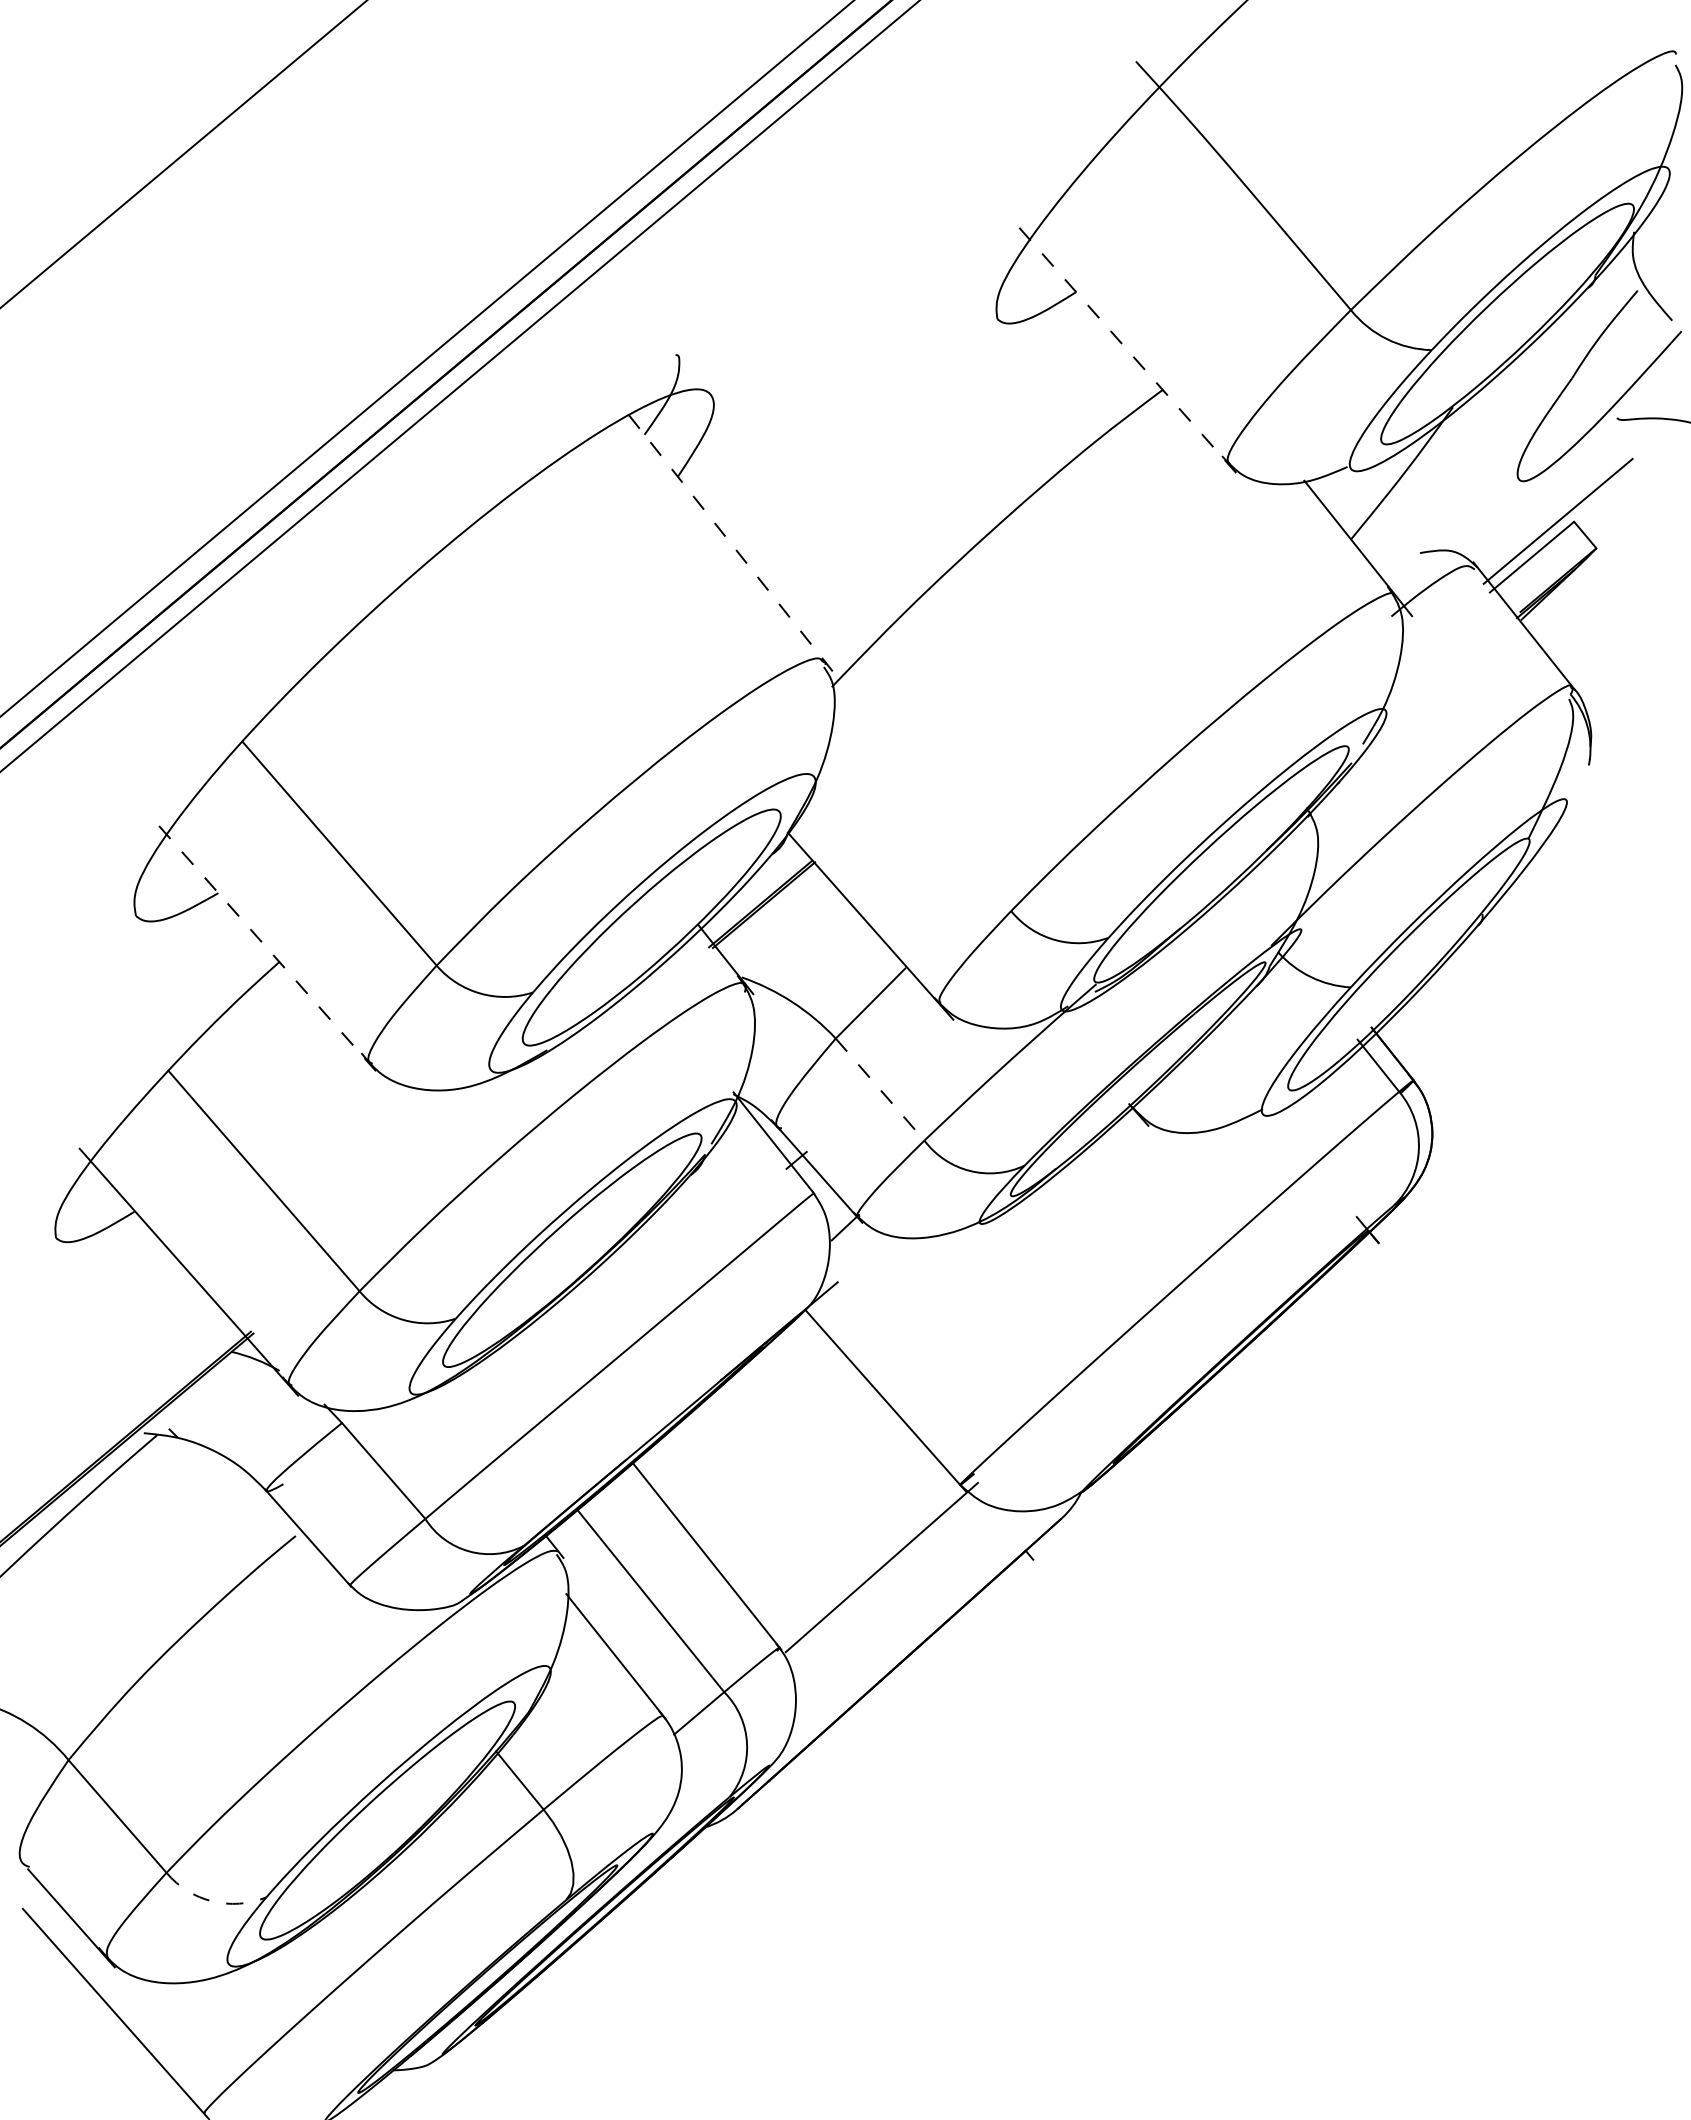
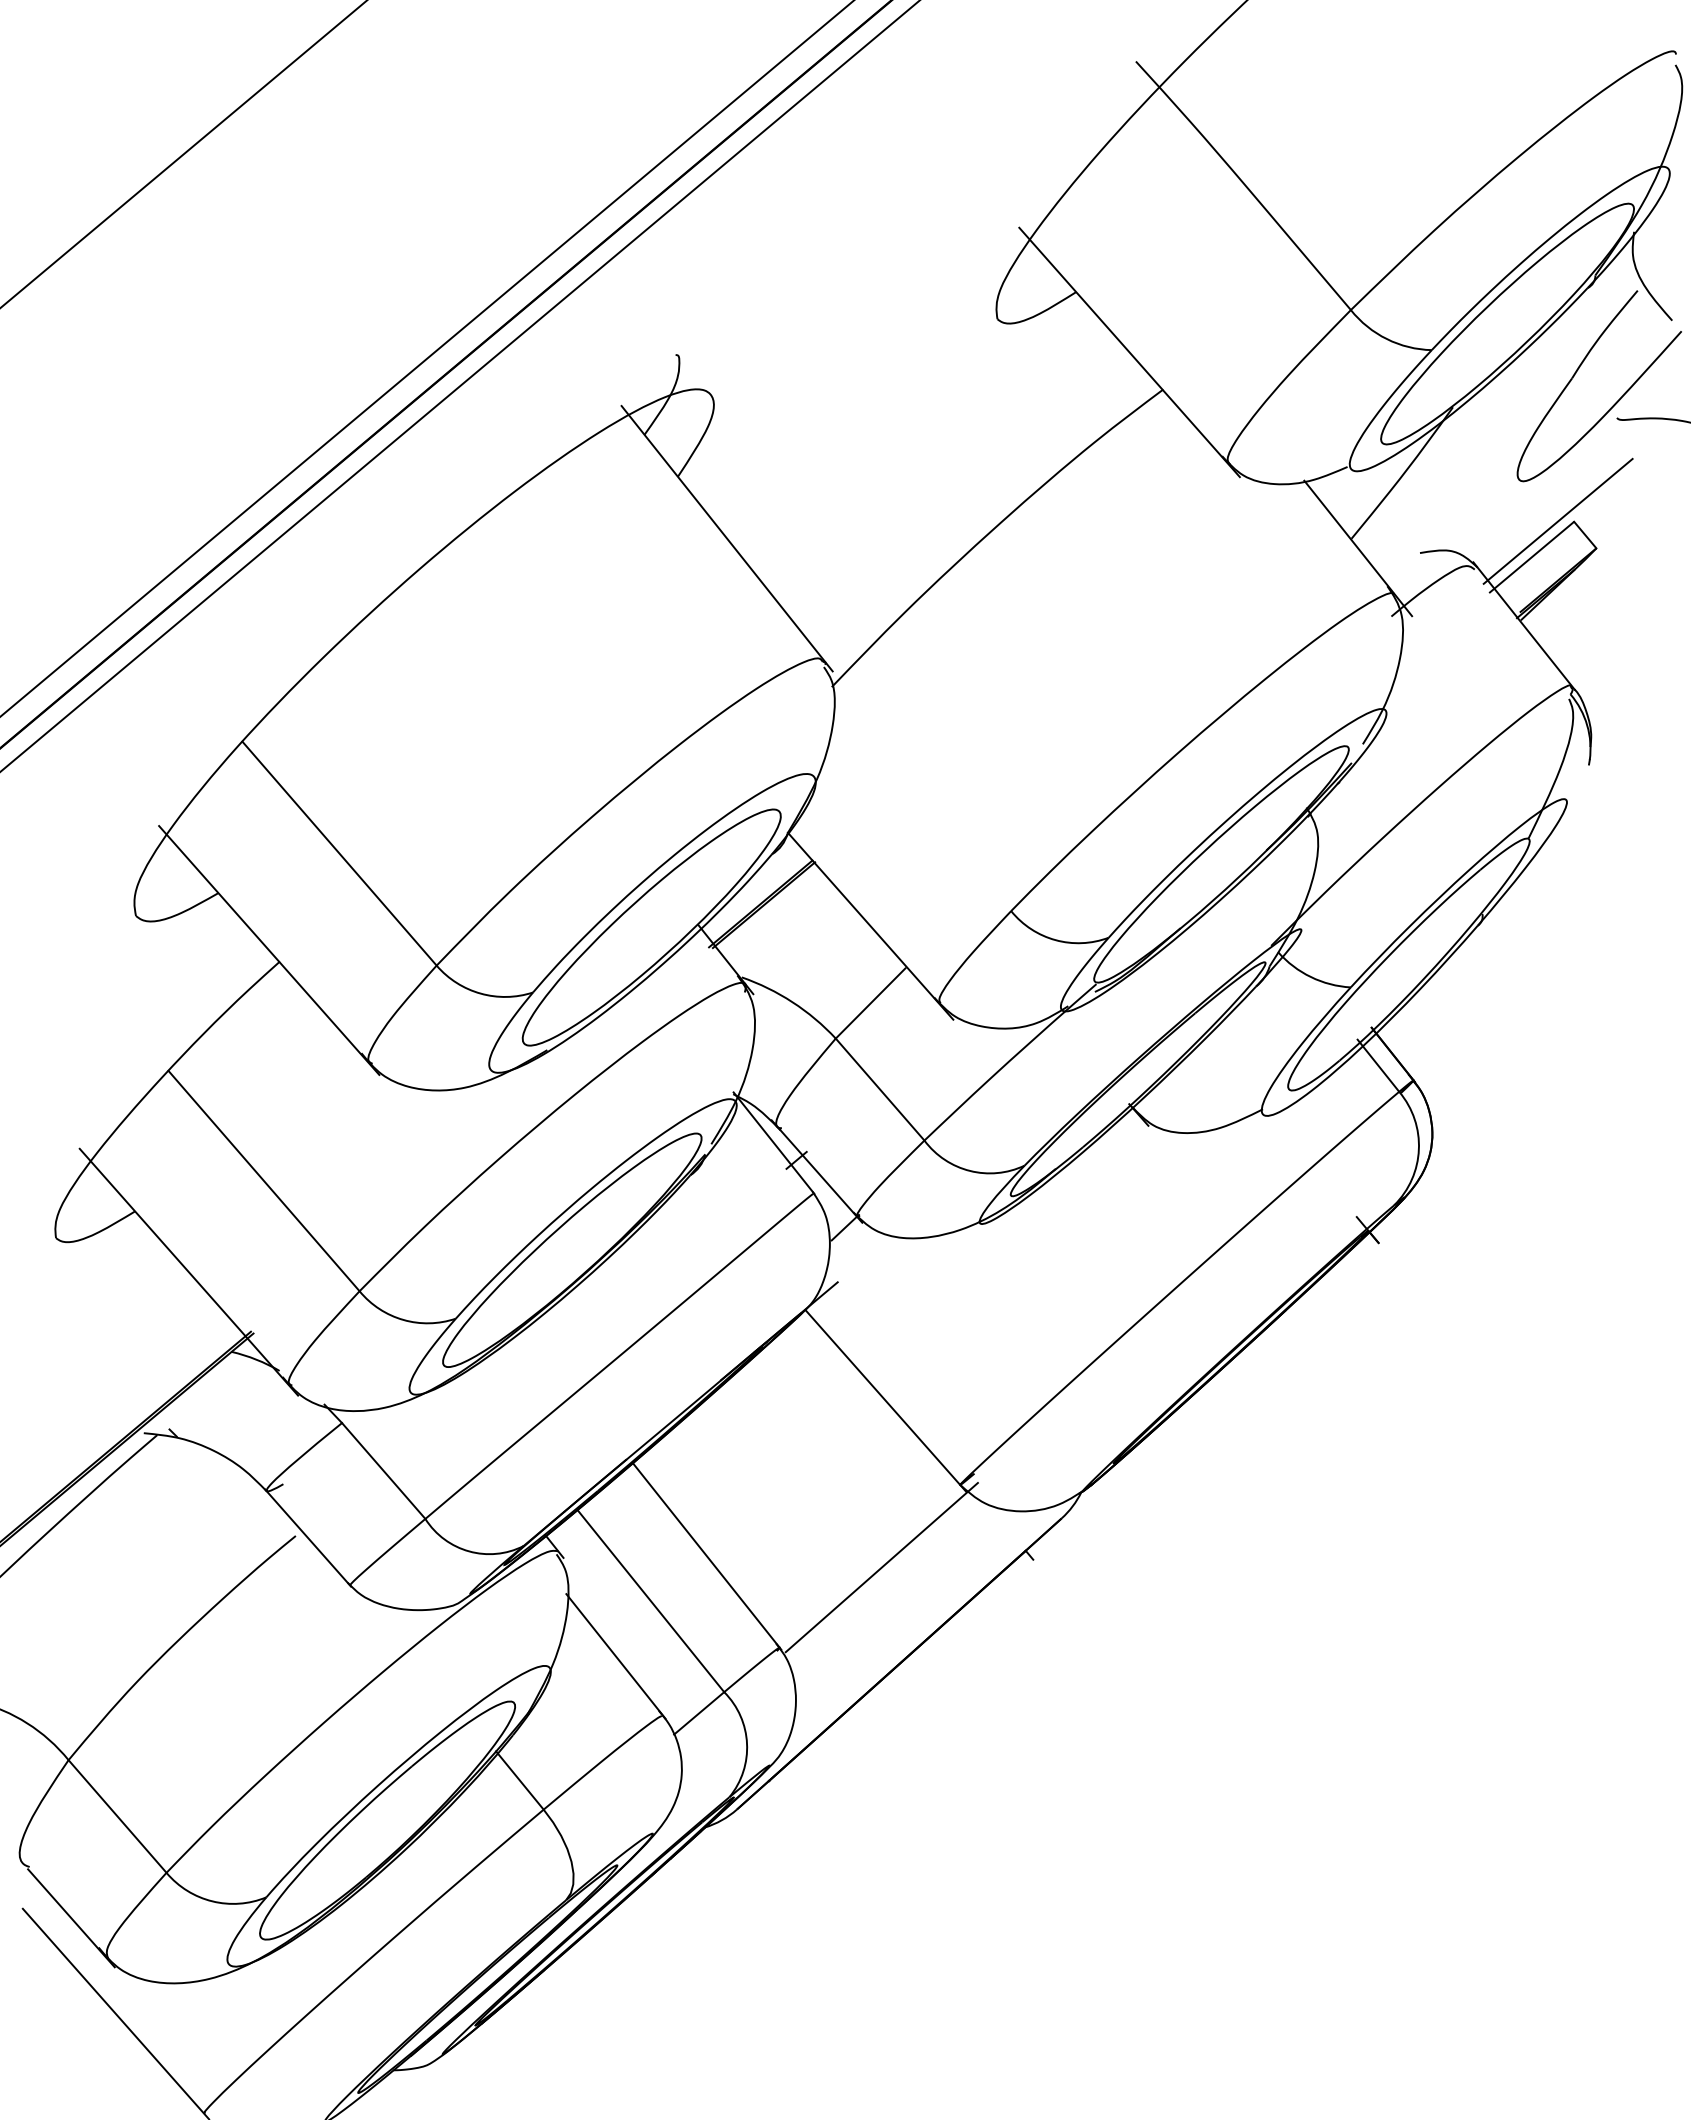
line at (1129, 352): dashed -> solid
line at (727, 538): dashed -> solid
line at (269, 950): dashed -> solid
line at (880, 1089): dashed -> solid
arc at (212, 1901): dashed -> solid
